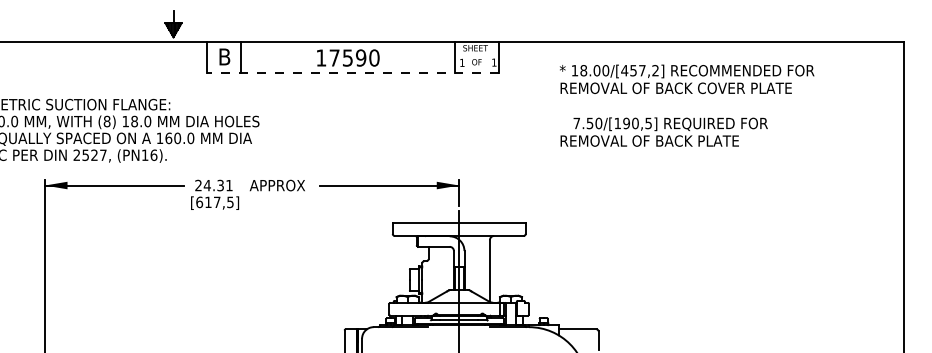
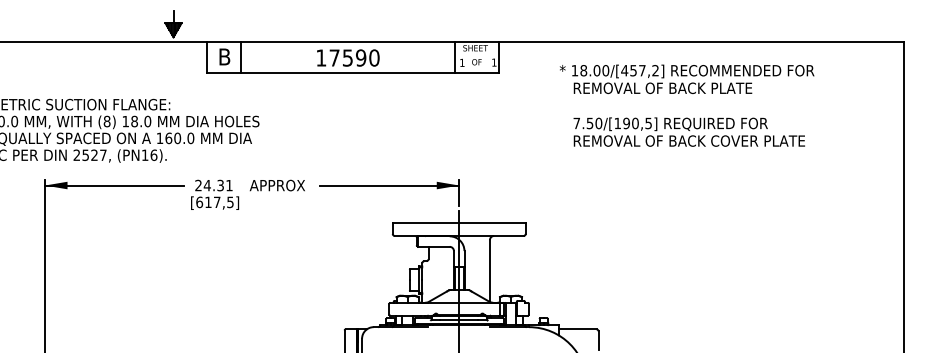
line at (352, 72): dashed -> solid
text at (675, 88): REMOVAL OF BACK COVER PLATE -> REMOVAL OF BACK PLATE
text at (682, 140): REMOVAL OF BACK PLATE -> REMOVAL OF BACK COVER PLATE
